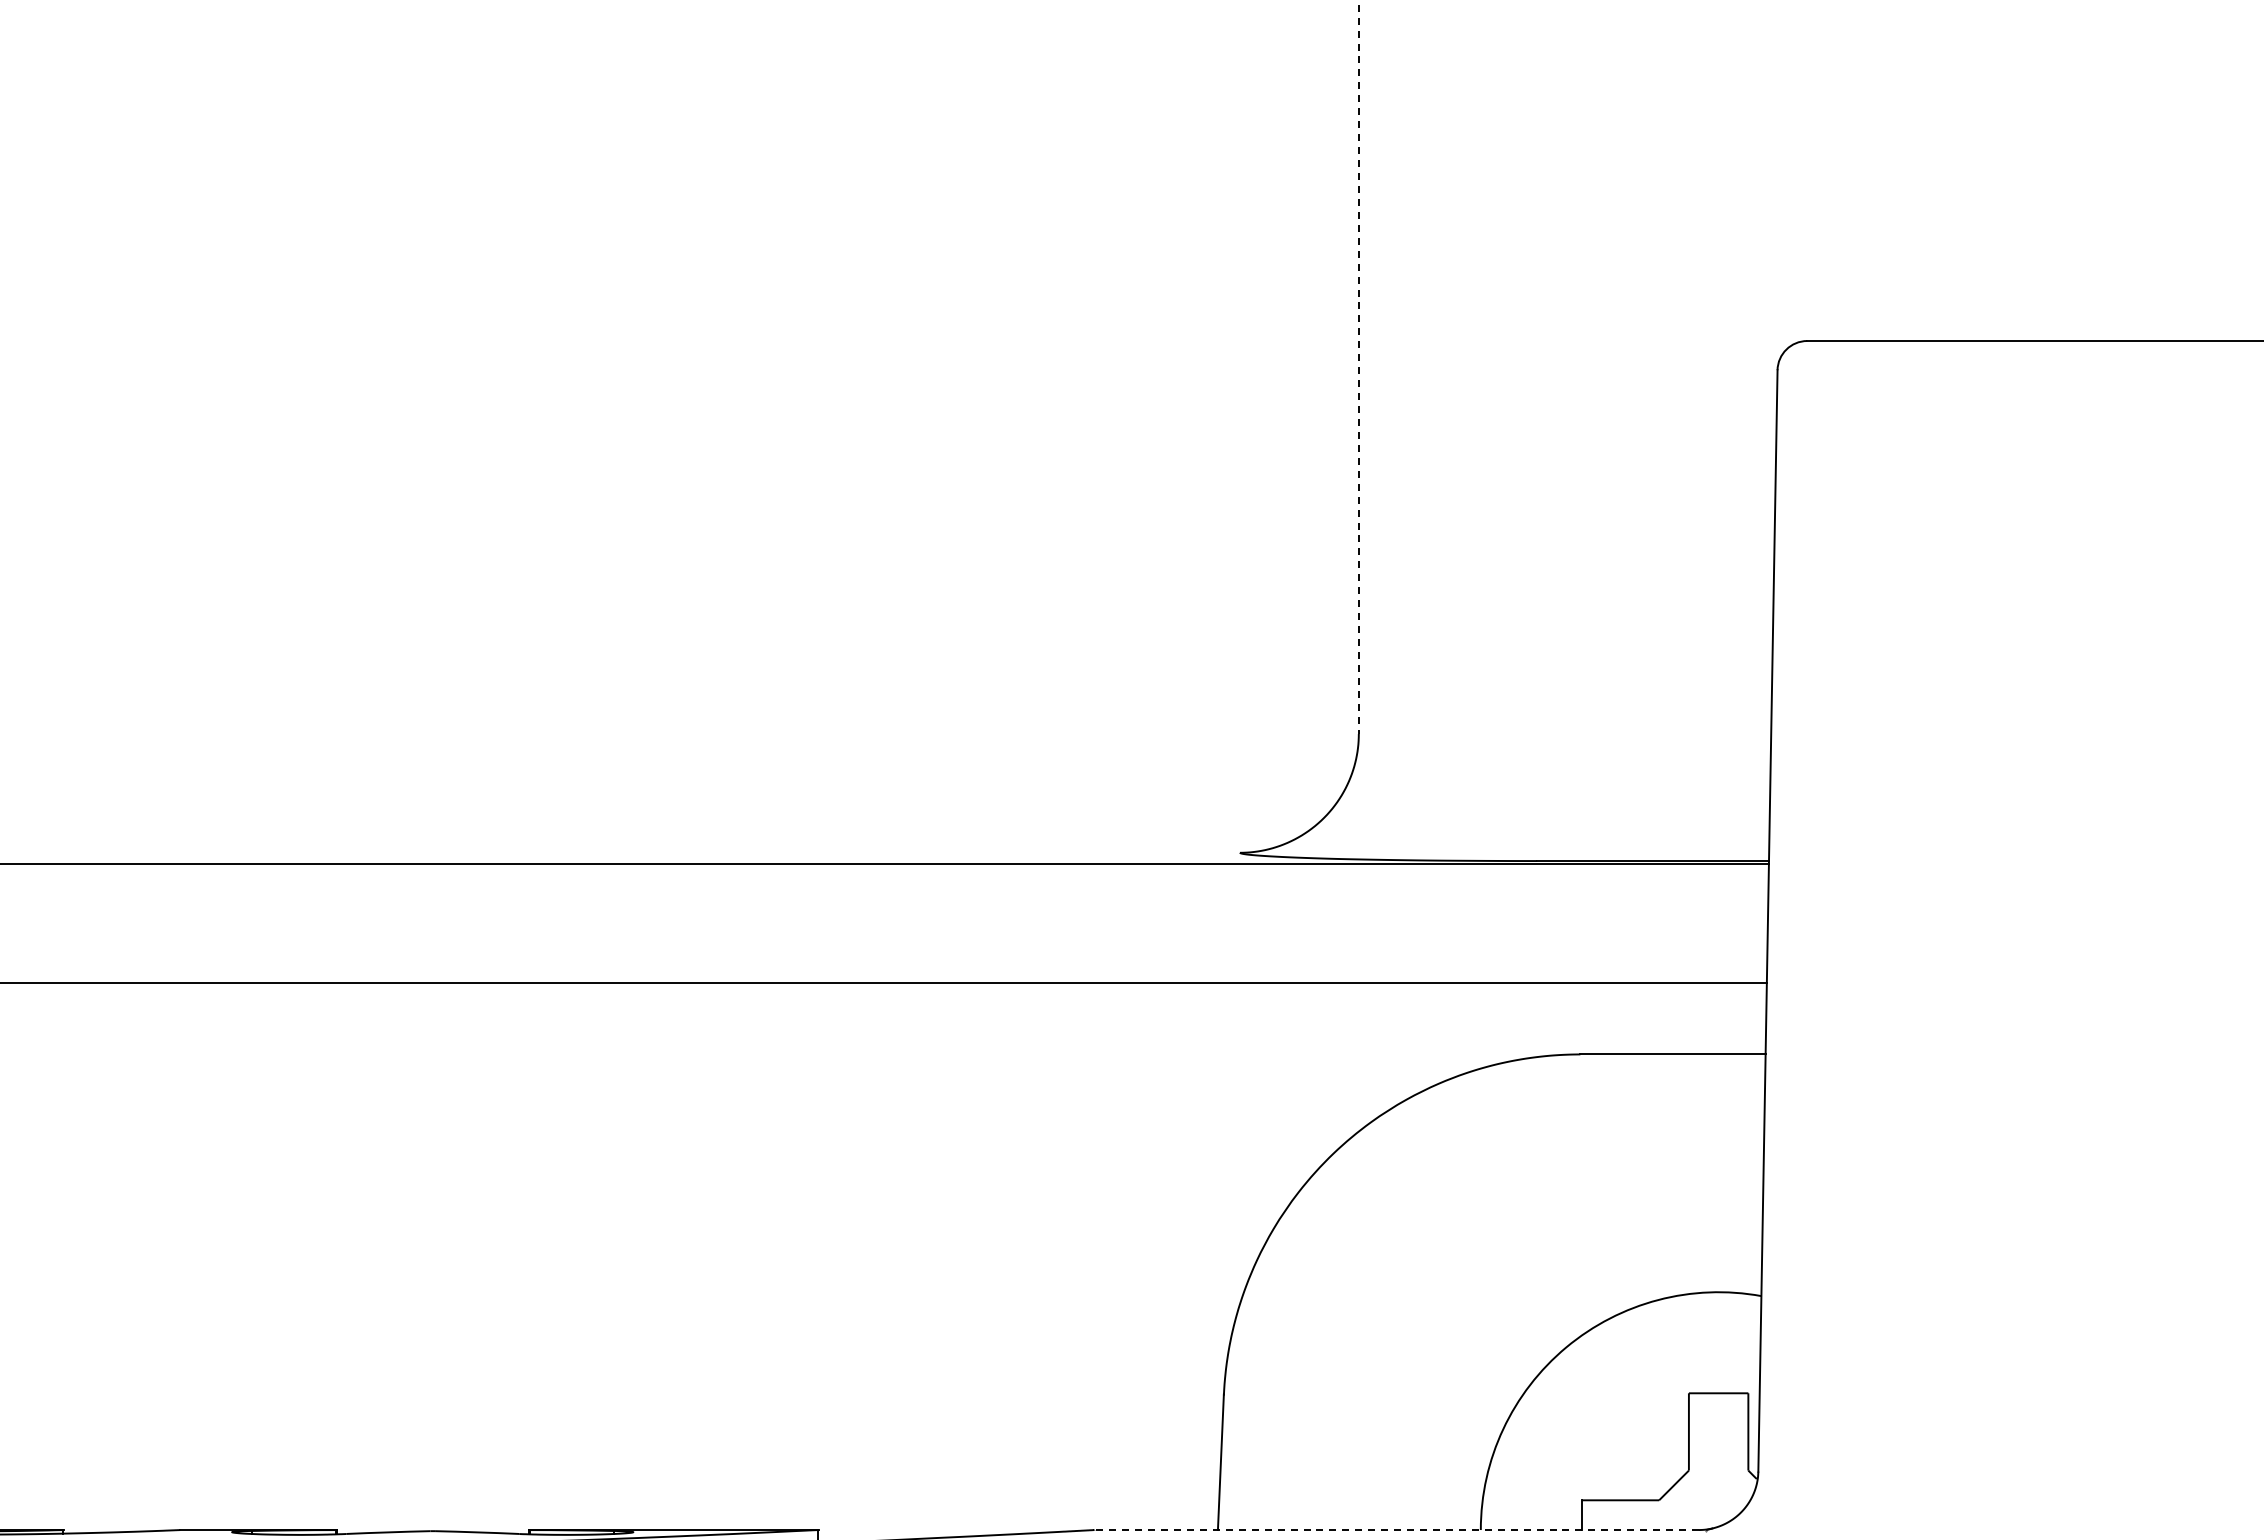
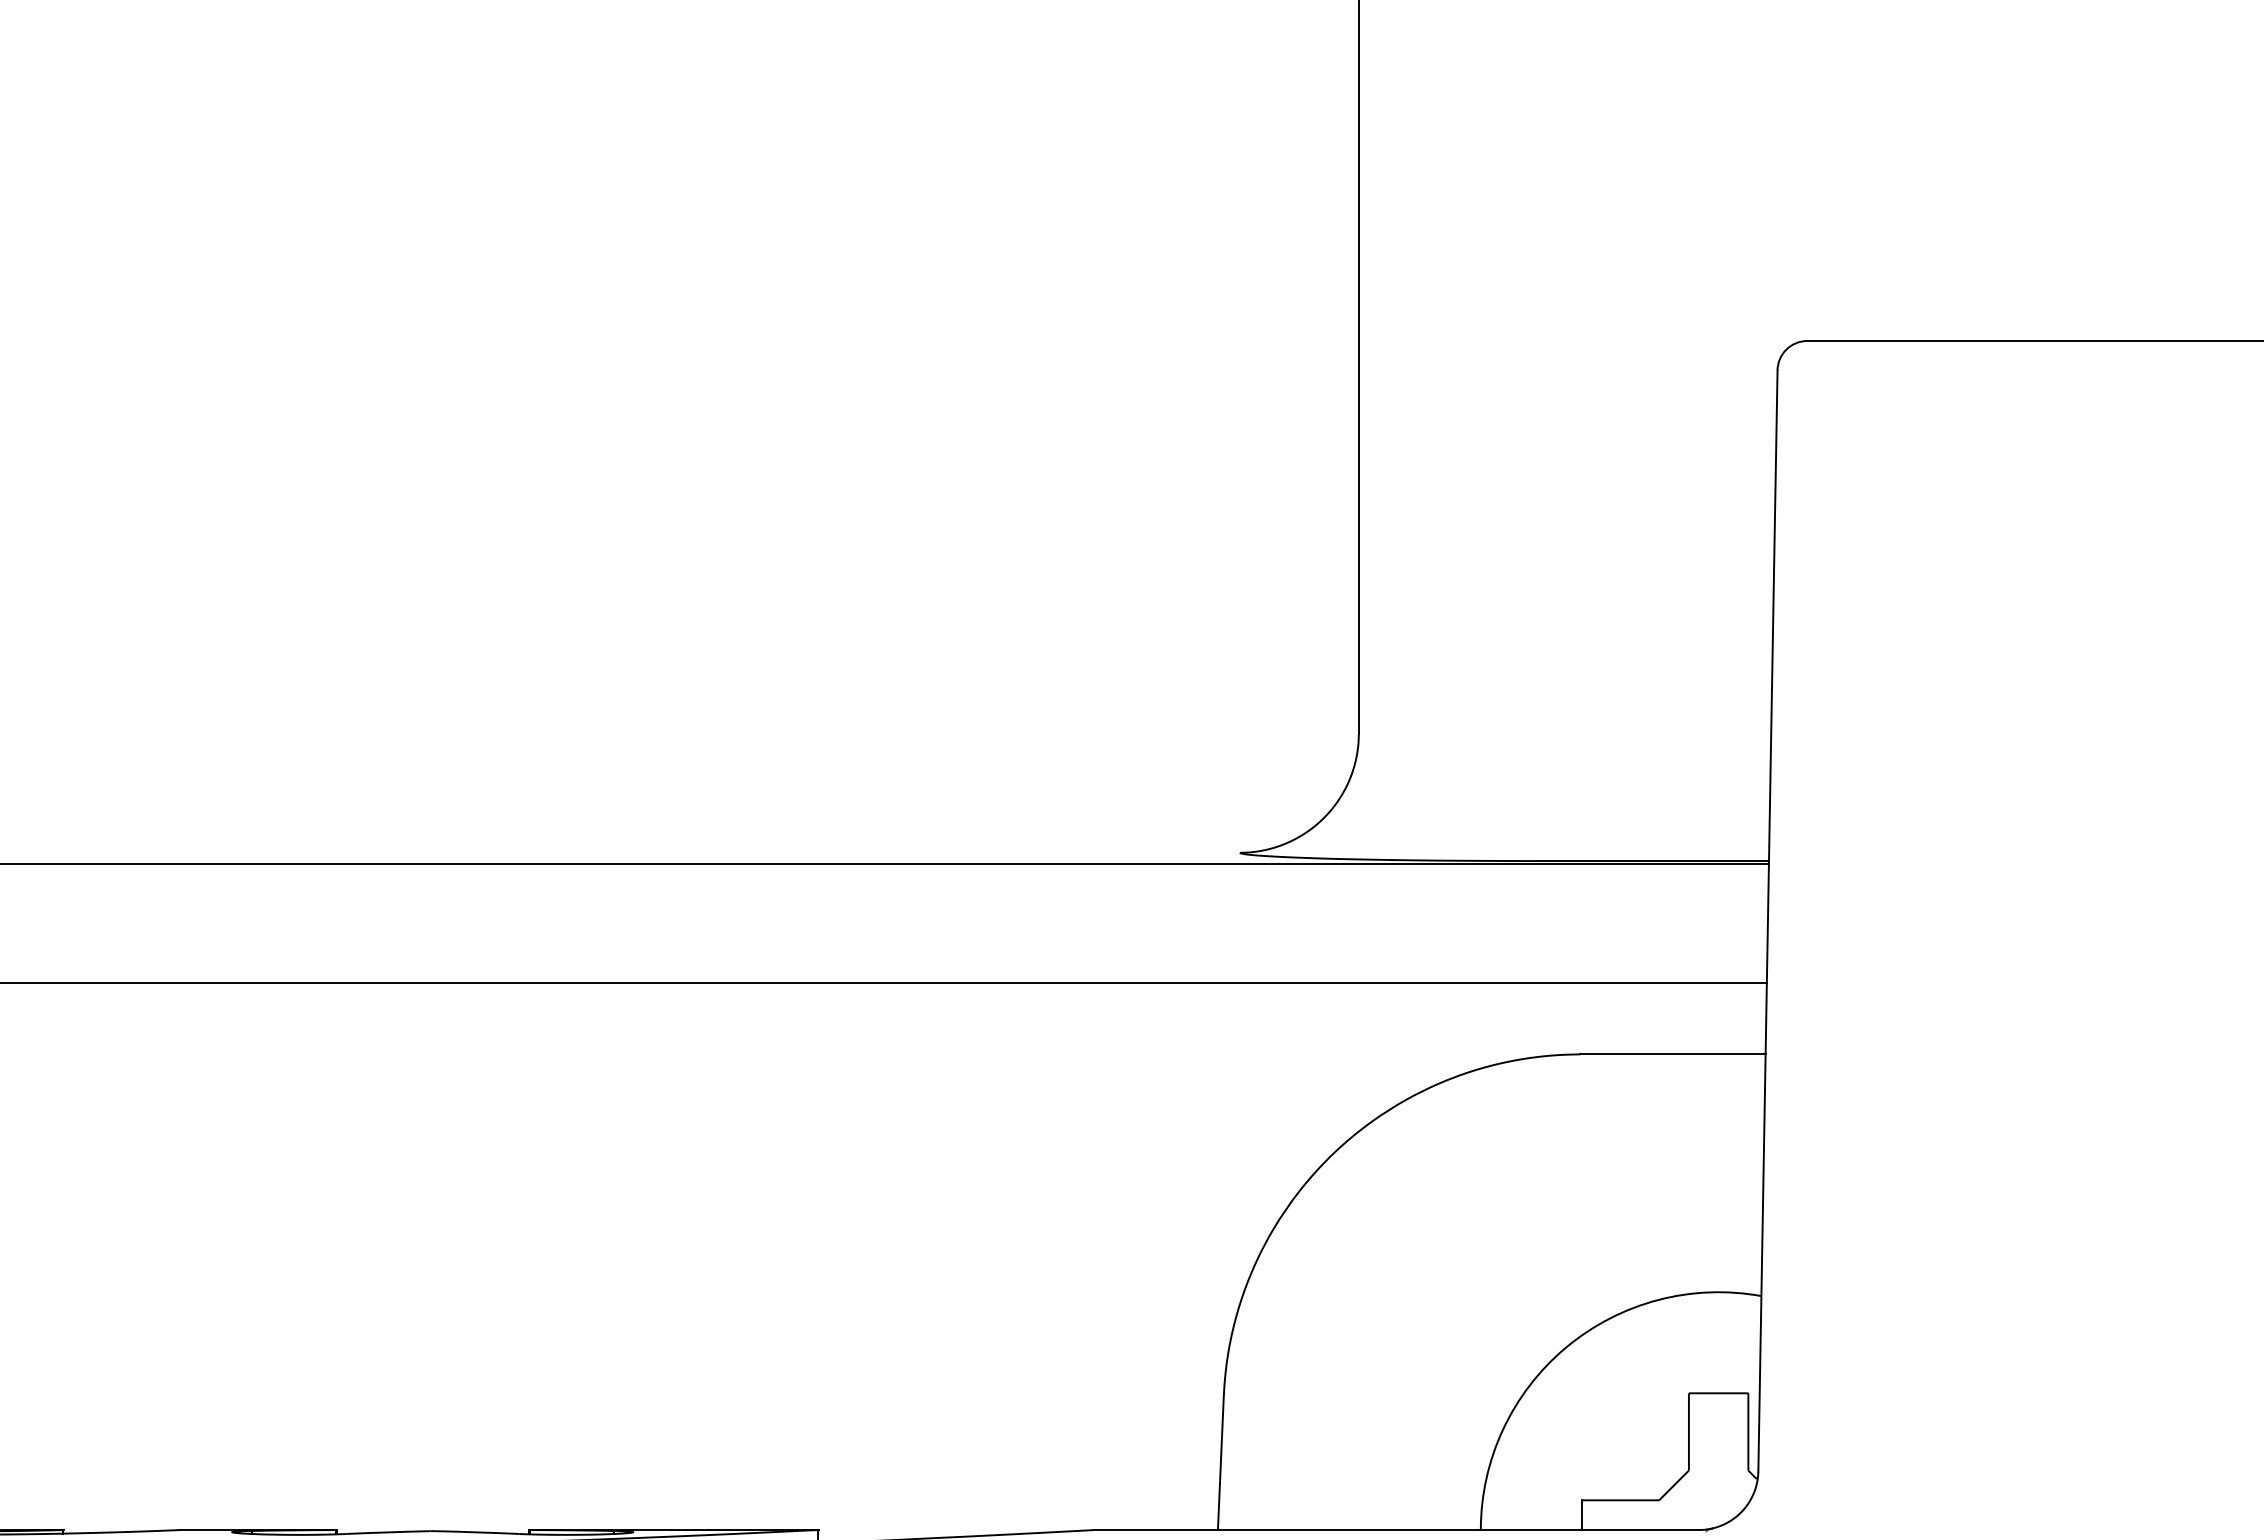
line at (1358, 367): dashed -> solid
line at (1396, 1530): dashed -> solid
